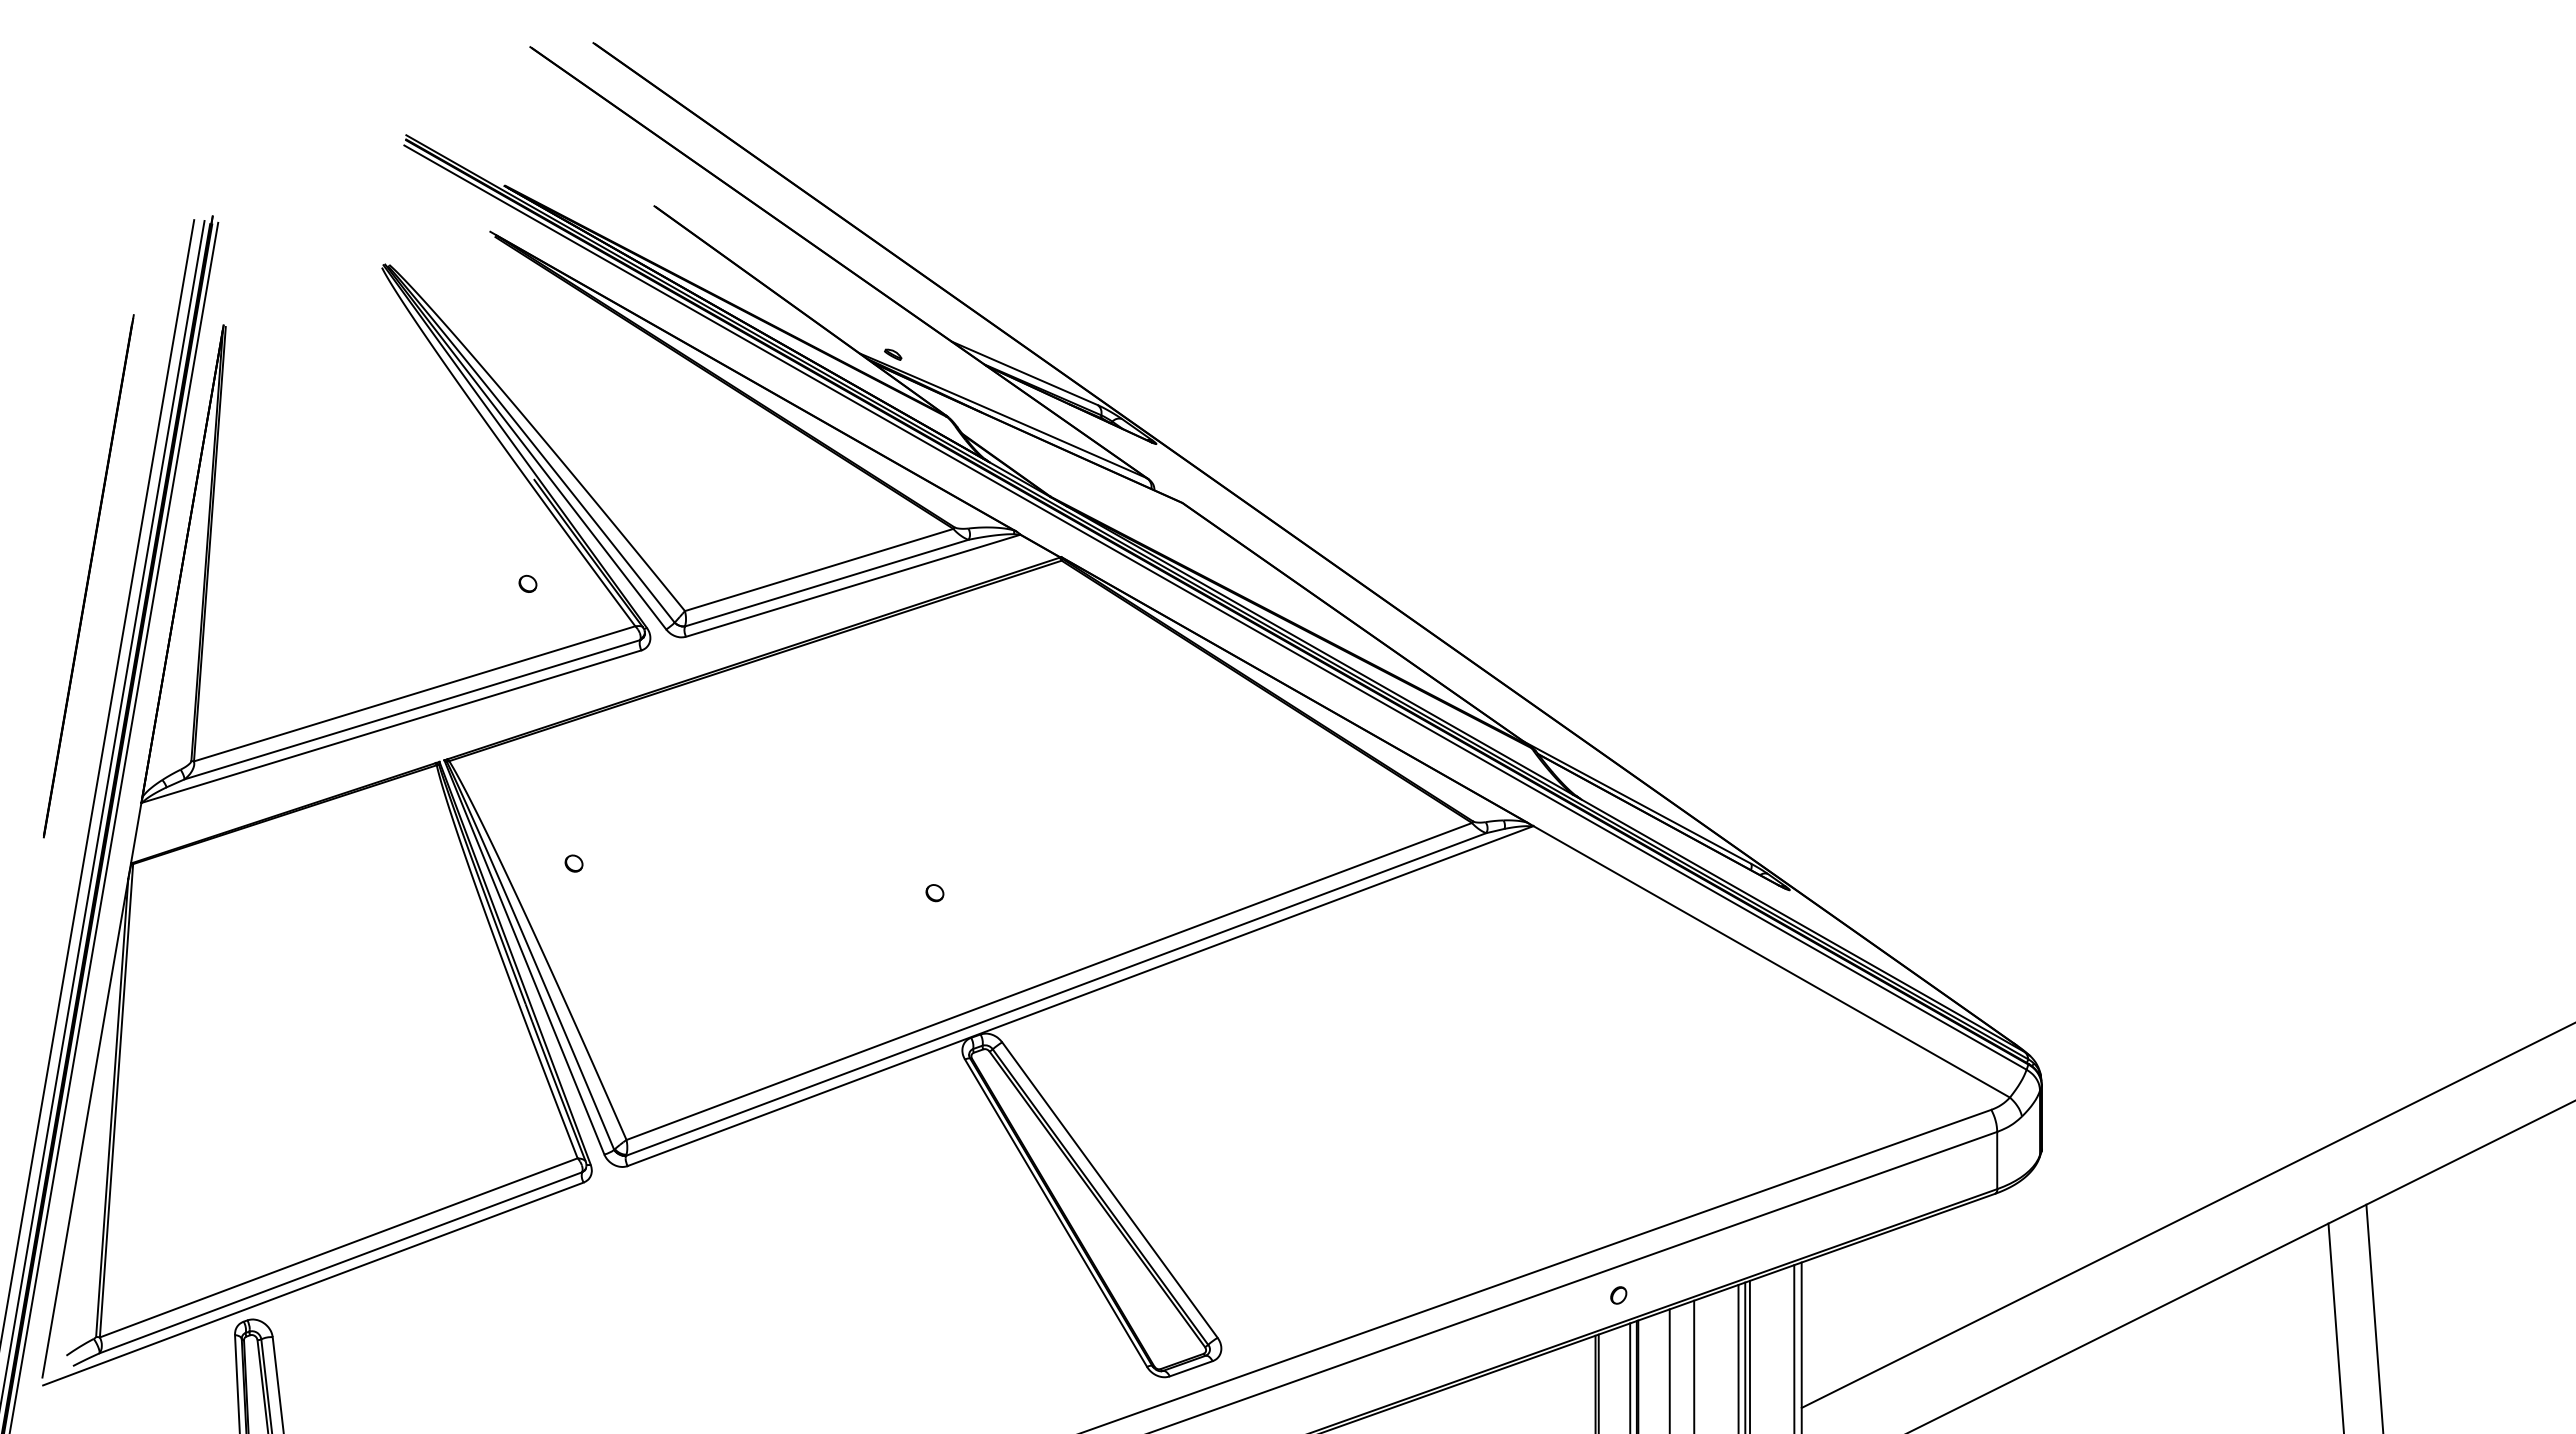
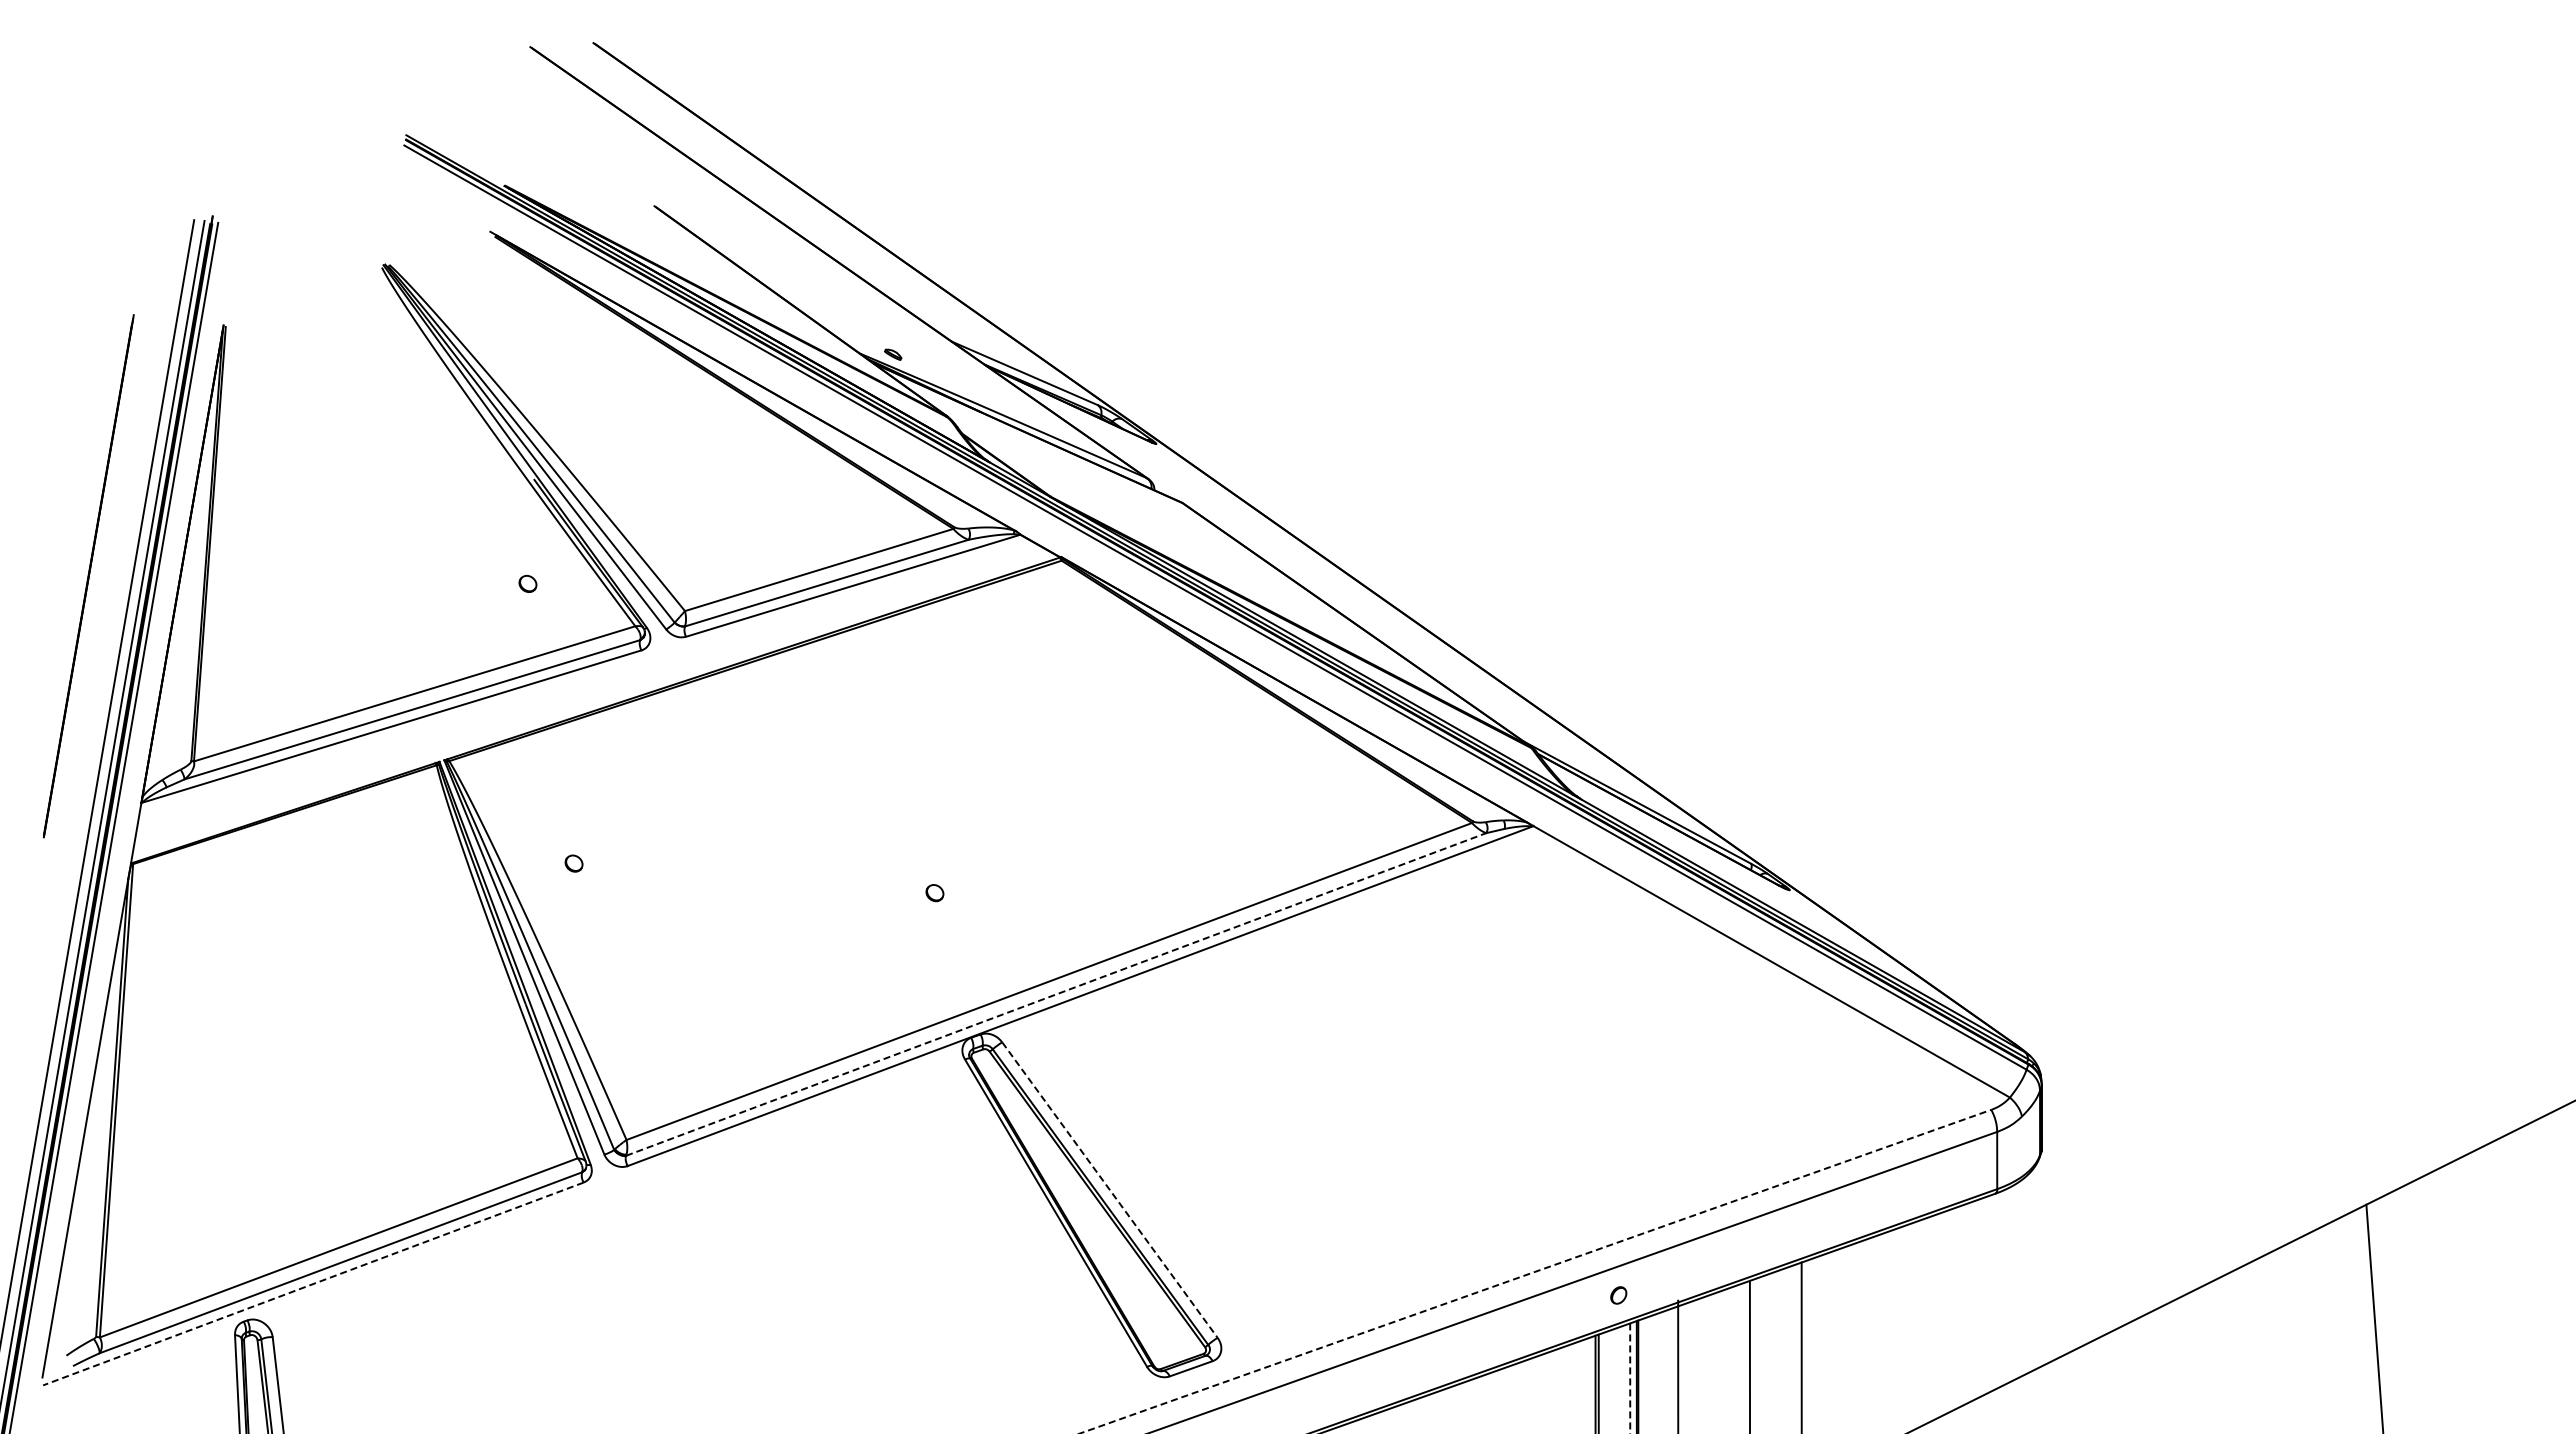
line at (1056, 994): solid -> dashed
line at (1109, 1190): solid -> dashed
line at (2186, 1215): present -> none
line at (1535, 1271): solid -> dashed
line at (313, 1284): solid -> dashed
line at (2335, 1326): present -> none
line at (1794, 1347): present -> none
line at (1745, 1356): present -> none
line at (1738, 1357): present -> none
line at (1694, 1365) position: (1694, 1365) -> (1678, 1365)
line at (1669, 1369): present -> none
line at (1630, 1378): solid -> dashed
